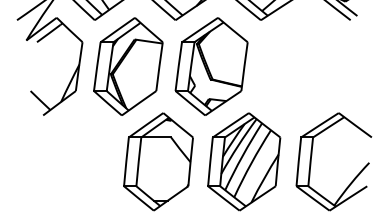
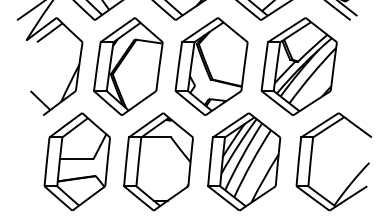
part at (298, 66): none -> present
part at (76, 161): none -> present
